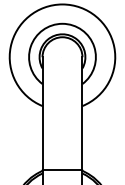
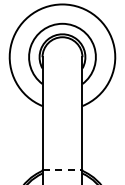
line at (62, 170): solid -> dashed
